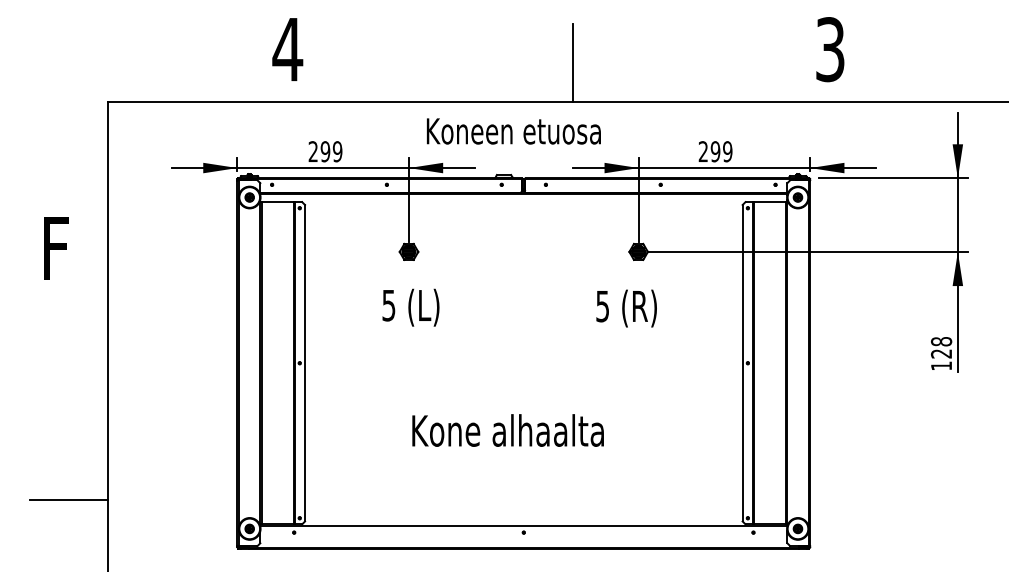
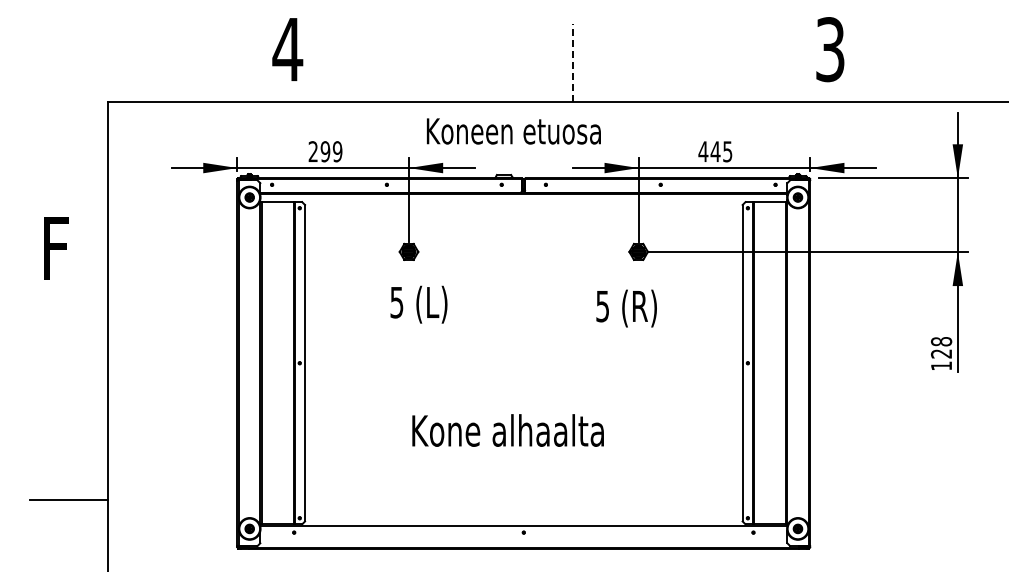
line at (572, 63): solid -> dashed
text at (715, 151): 299 -> 445
text at (410, 307) position: (410, 307) -> (418, 304)
